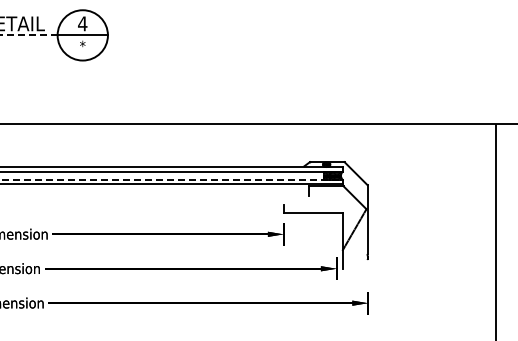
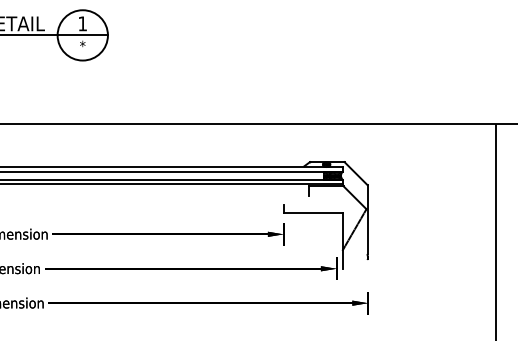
text at (82, 23): 4 -> 1
line at (28, 35): dashed -> solid
line at (172, 179): dashed -> solid
